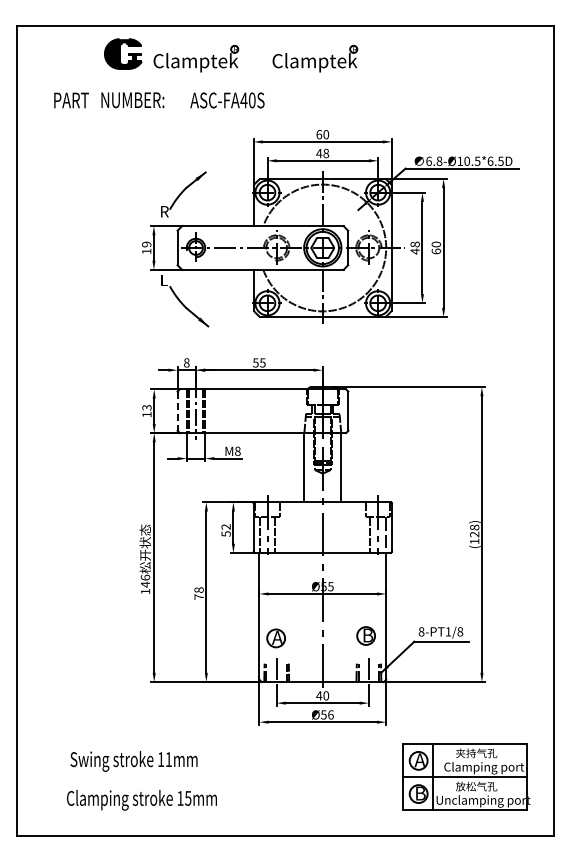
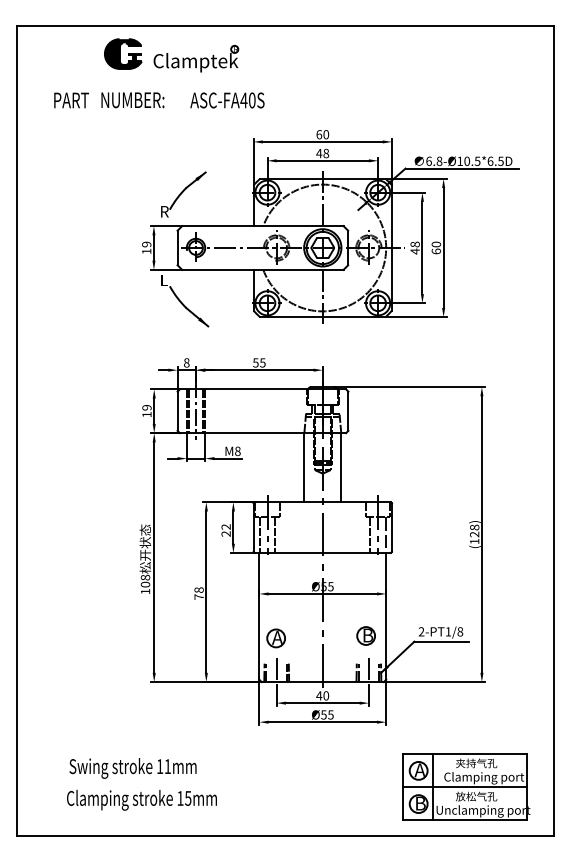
part at (315, 58): present -> none
text at (146, 407): 13 -> 19
line at (177, 411): dashed -> solid
text at (225, 533): 52 -> 22
text at (145, 580): 146 -> 108
text at (421, 631): 8-PT1/8 -> 2-PT1/8
text at (330, 714): Ø56 -> Ø55
text at (133, 761) position: (133, 761) -> (132, 768)
part at (466, 776) position: (466, 776) -> (466, 786)
